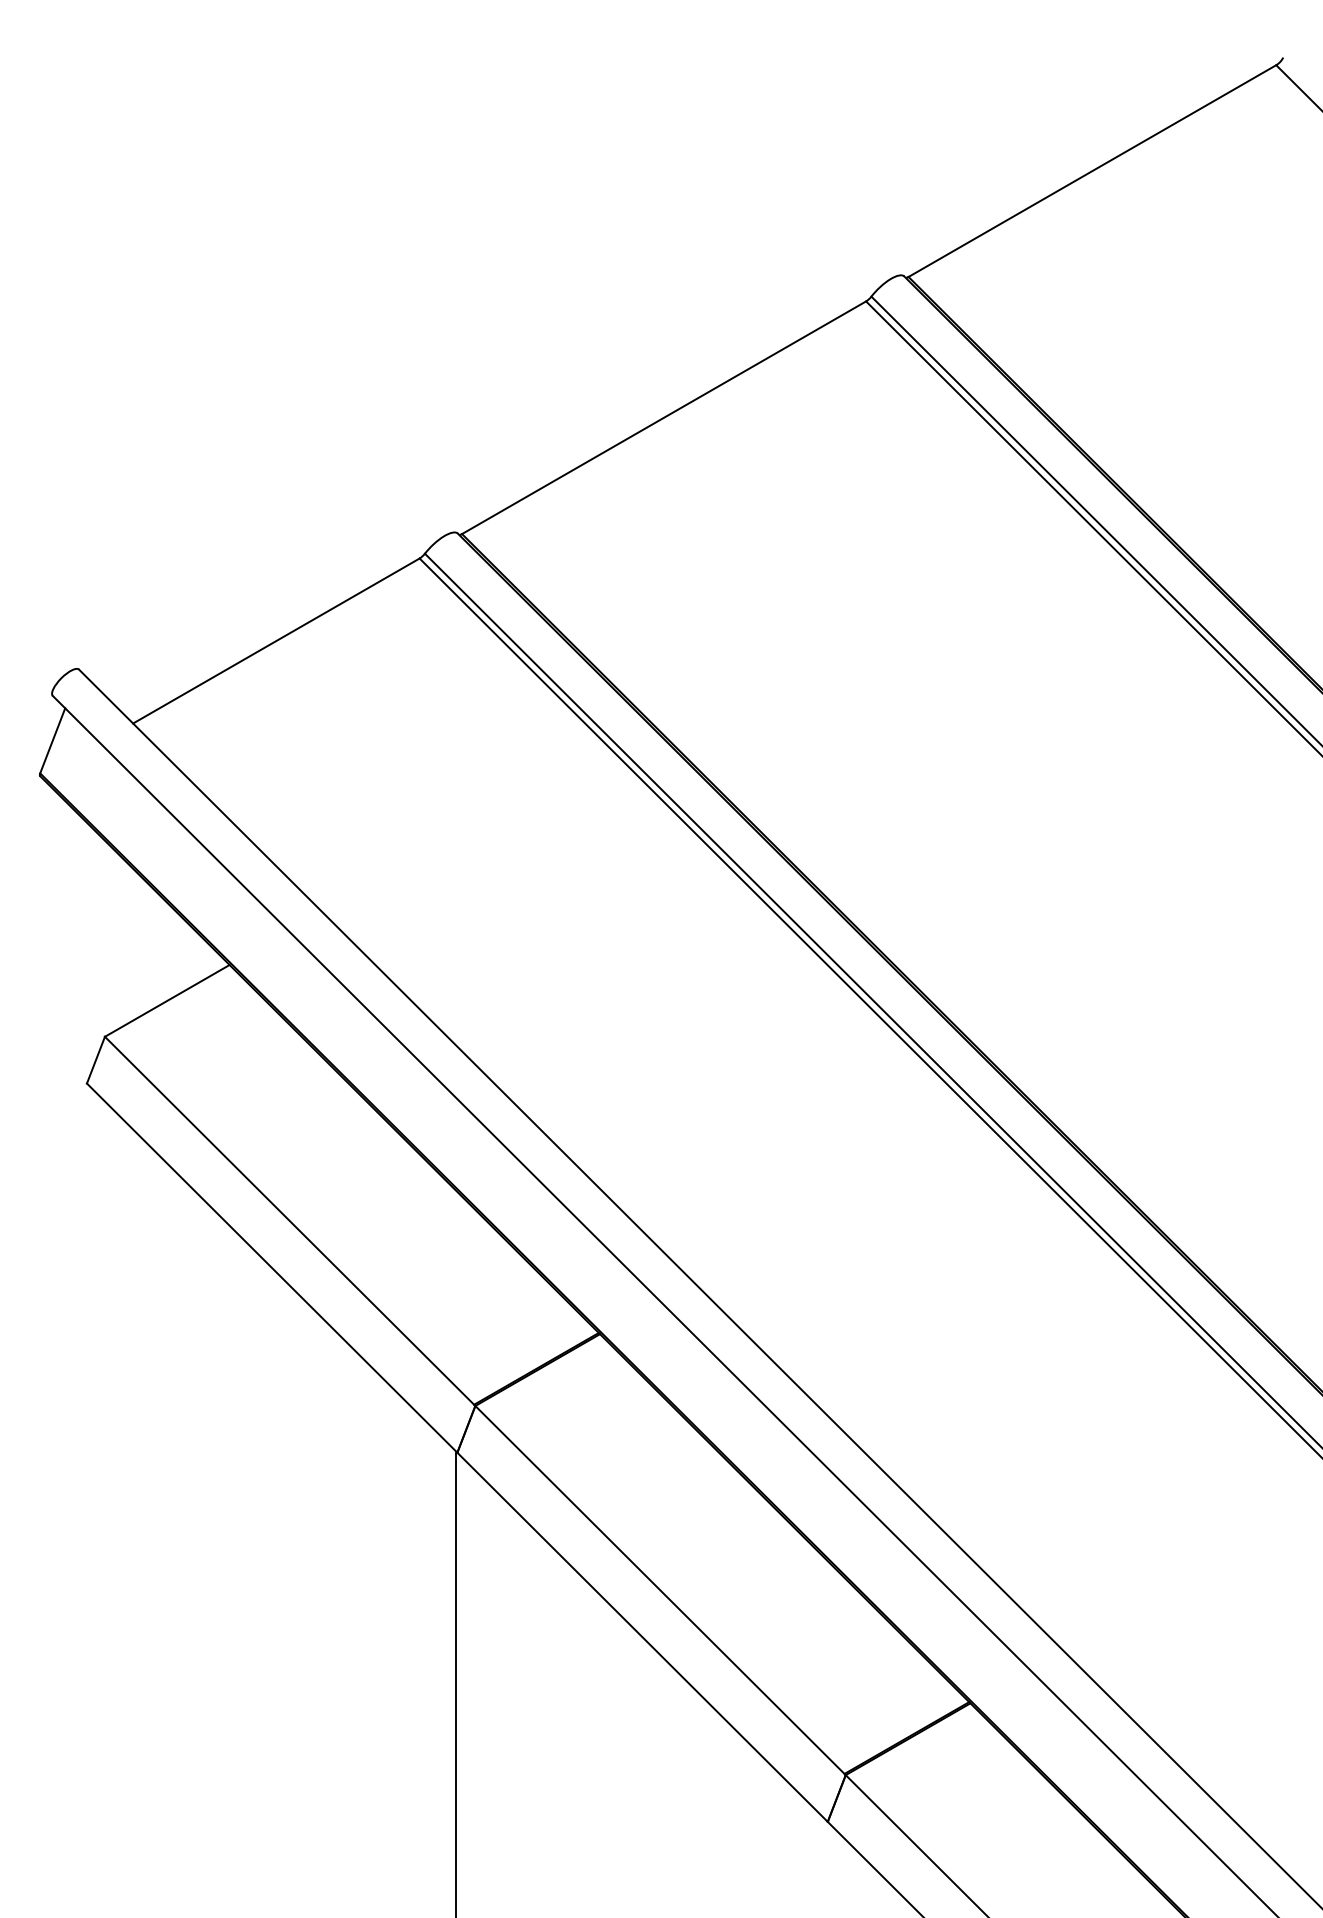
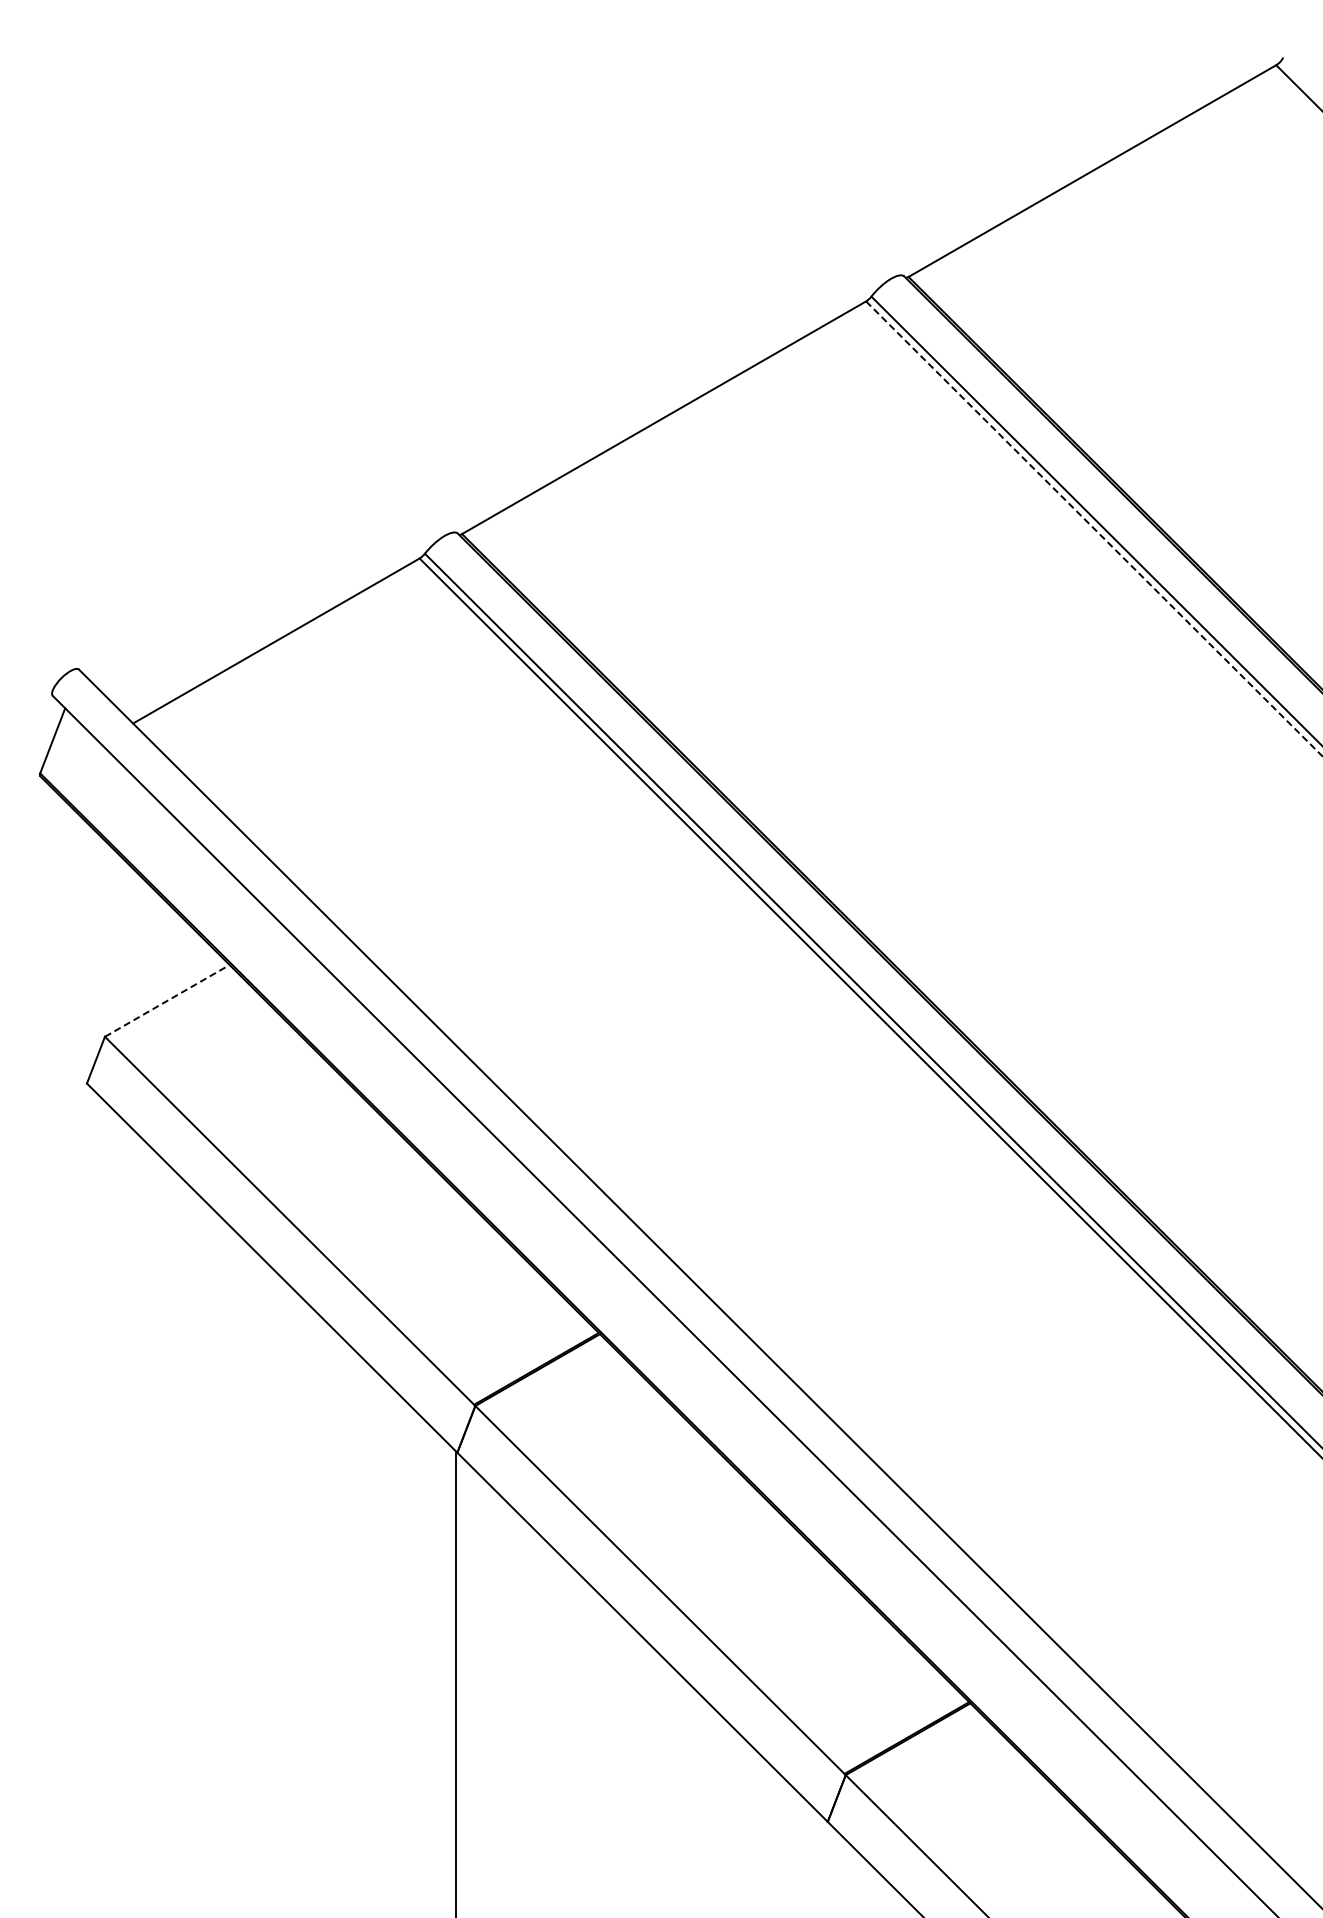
line at (1094, 529): solid -> dashed
line at (167, 1000): solid -> dashed
